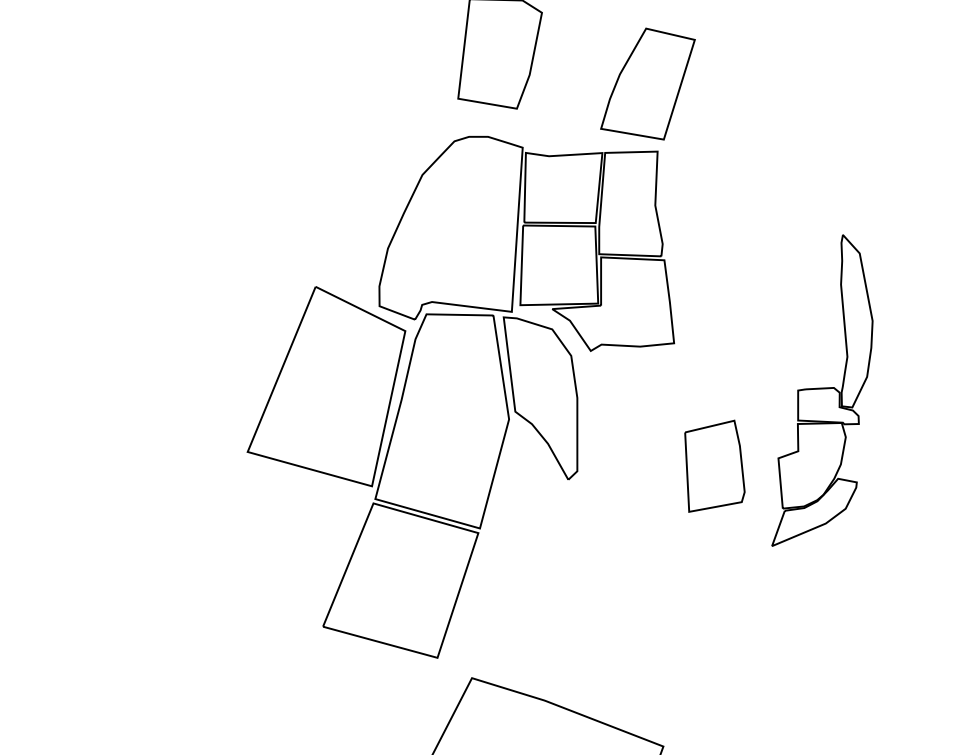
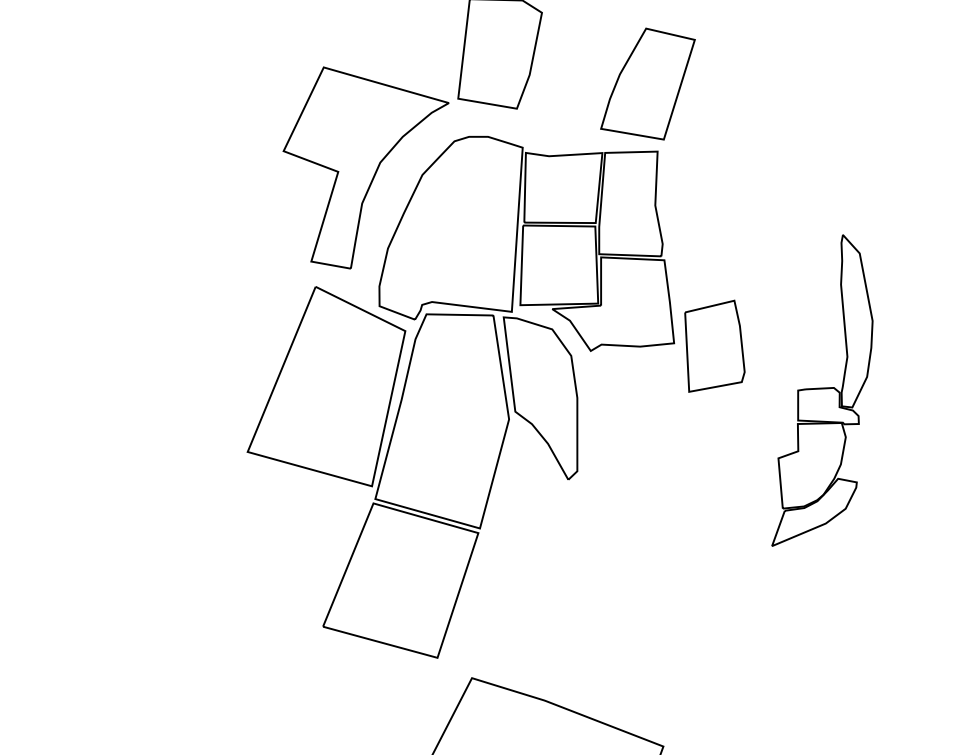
part at (365, 167): none -> present
part at (714, 465) position: (714, 465) -> (714, 345)
